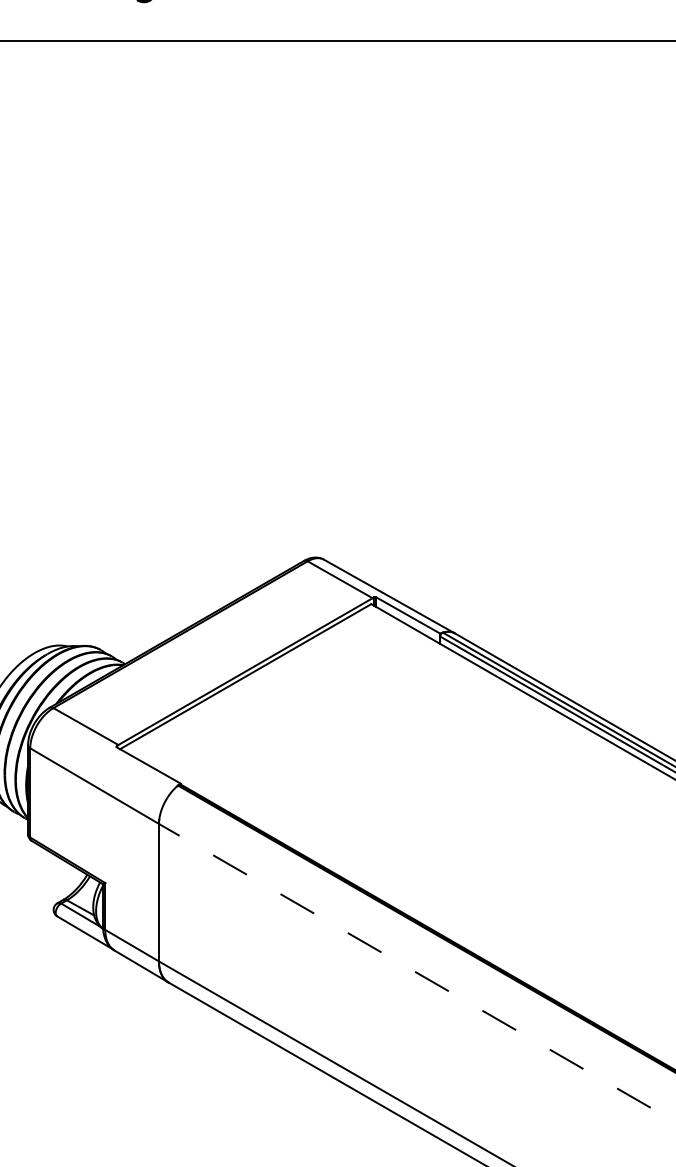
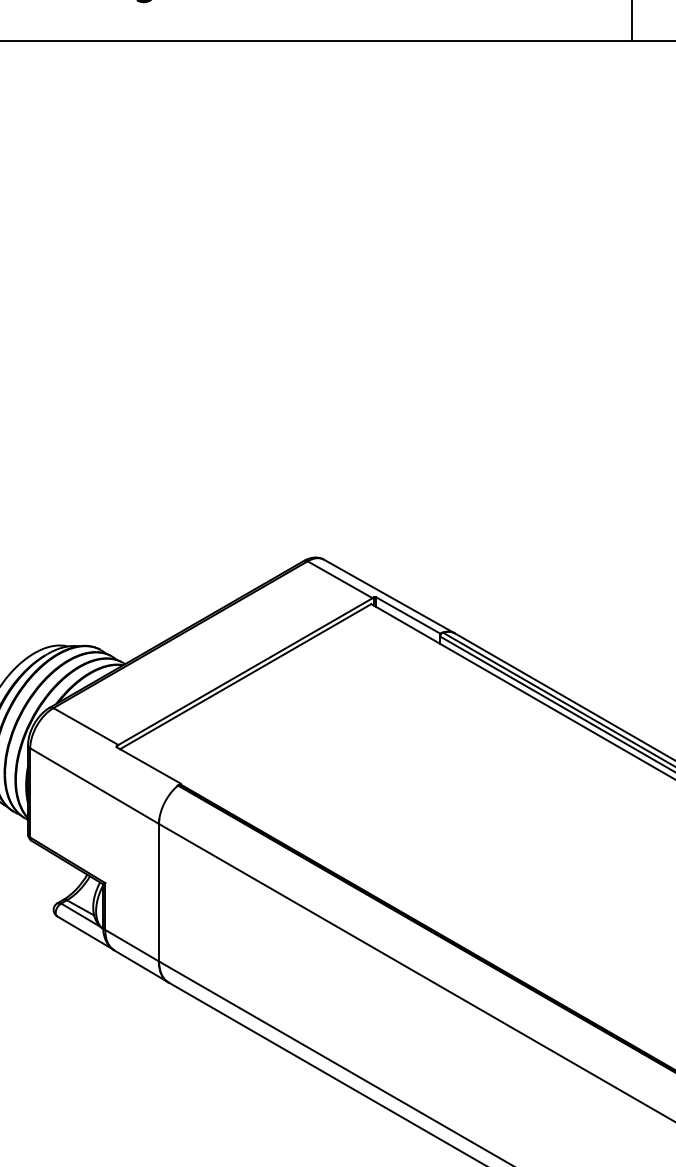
line at (631, 21): none -> present
line at (416, 972): dashed -> solid
